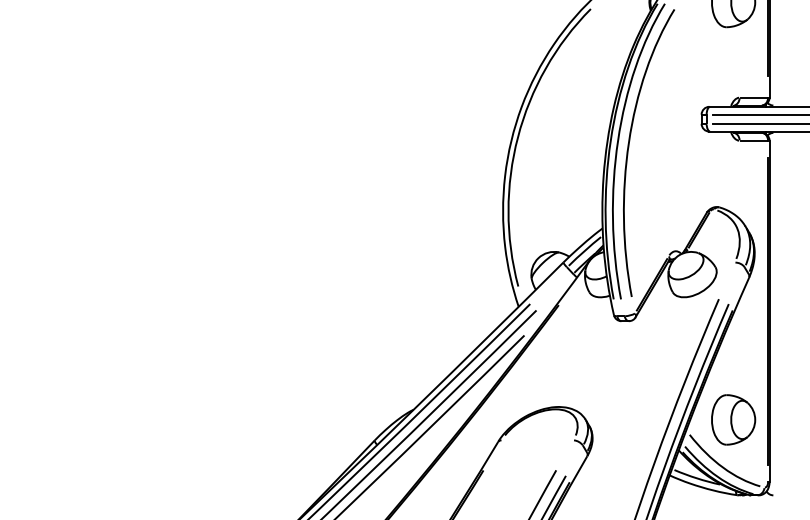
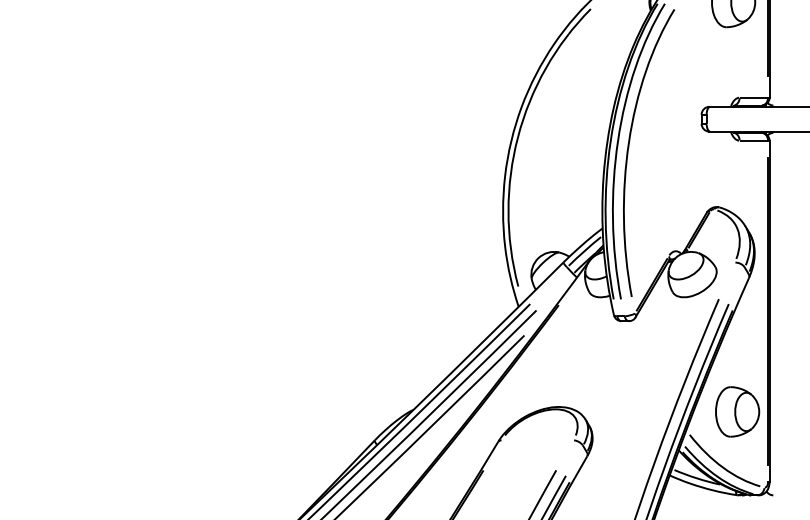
line at (759, 114): present -> none
line at (759, 123): present -> none
part at (733, 419) position: (733, 419) -> (737, 411)
